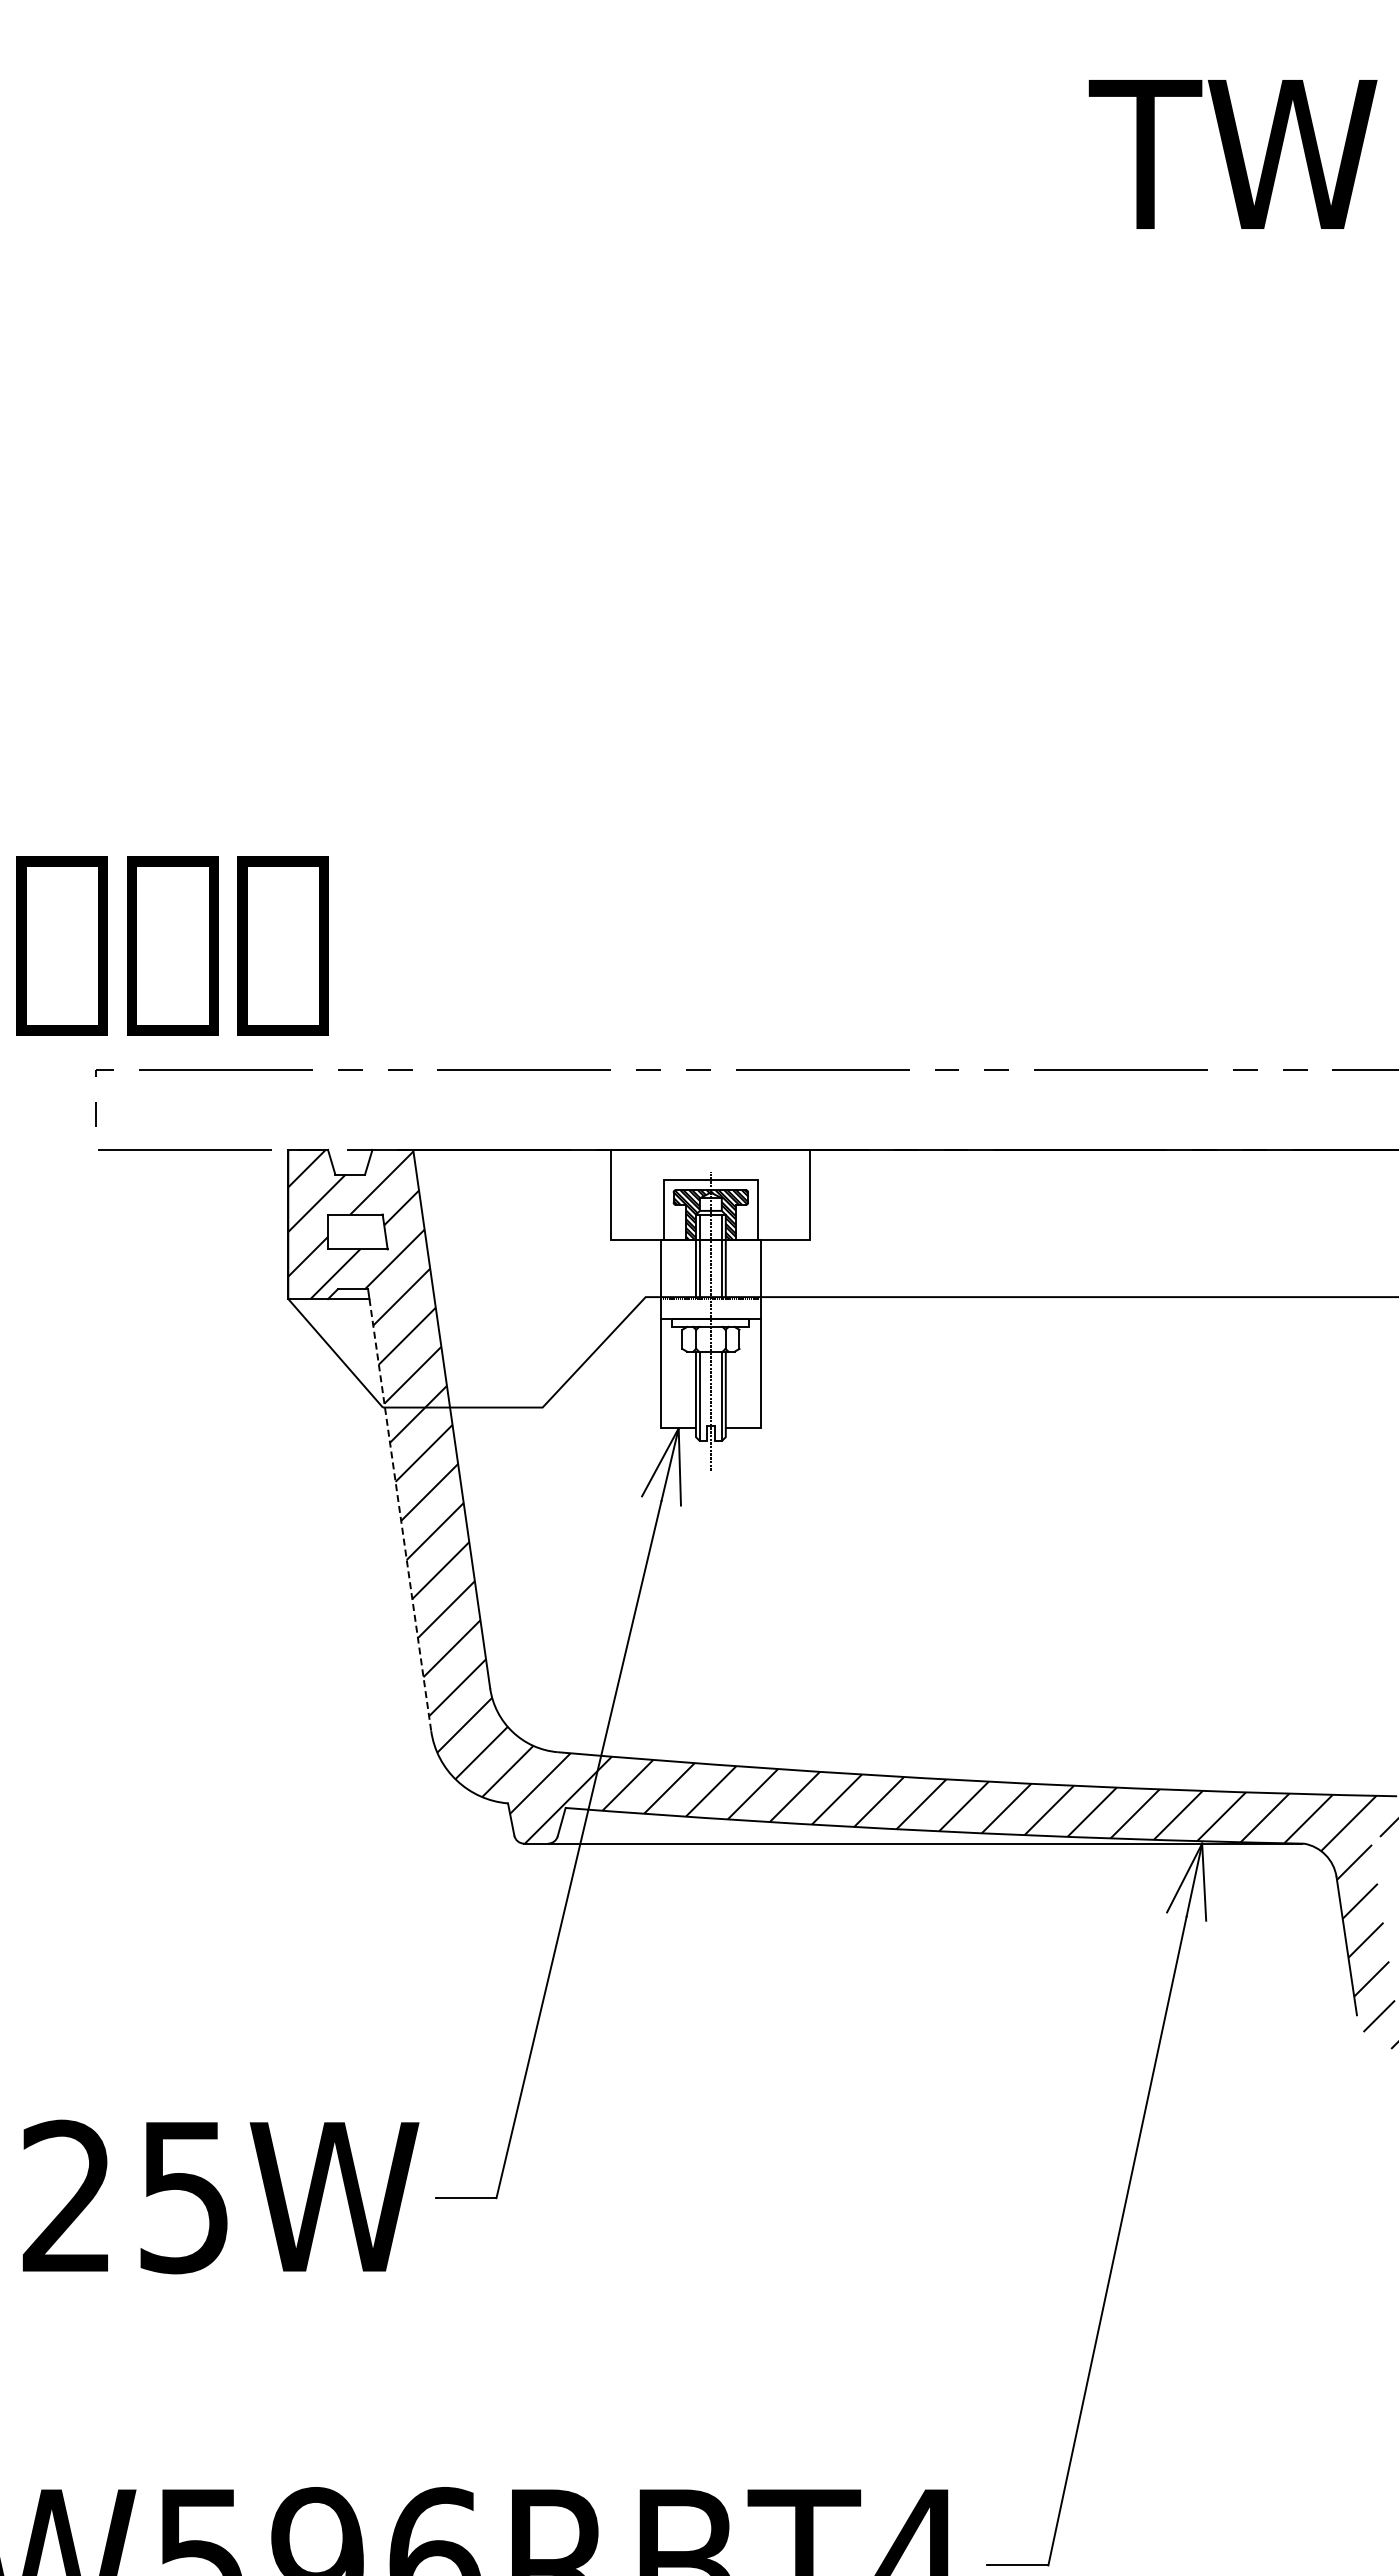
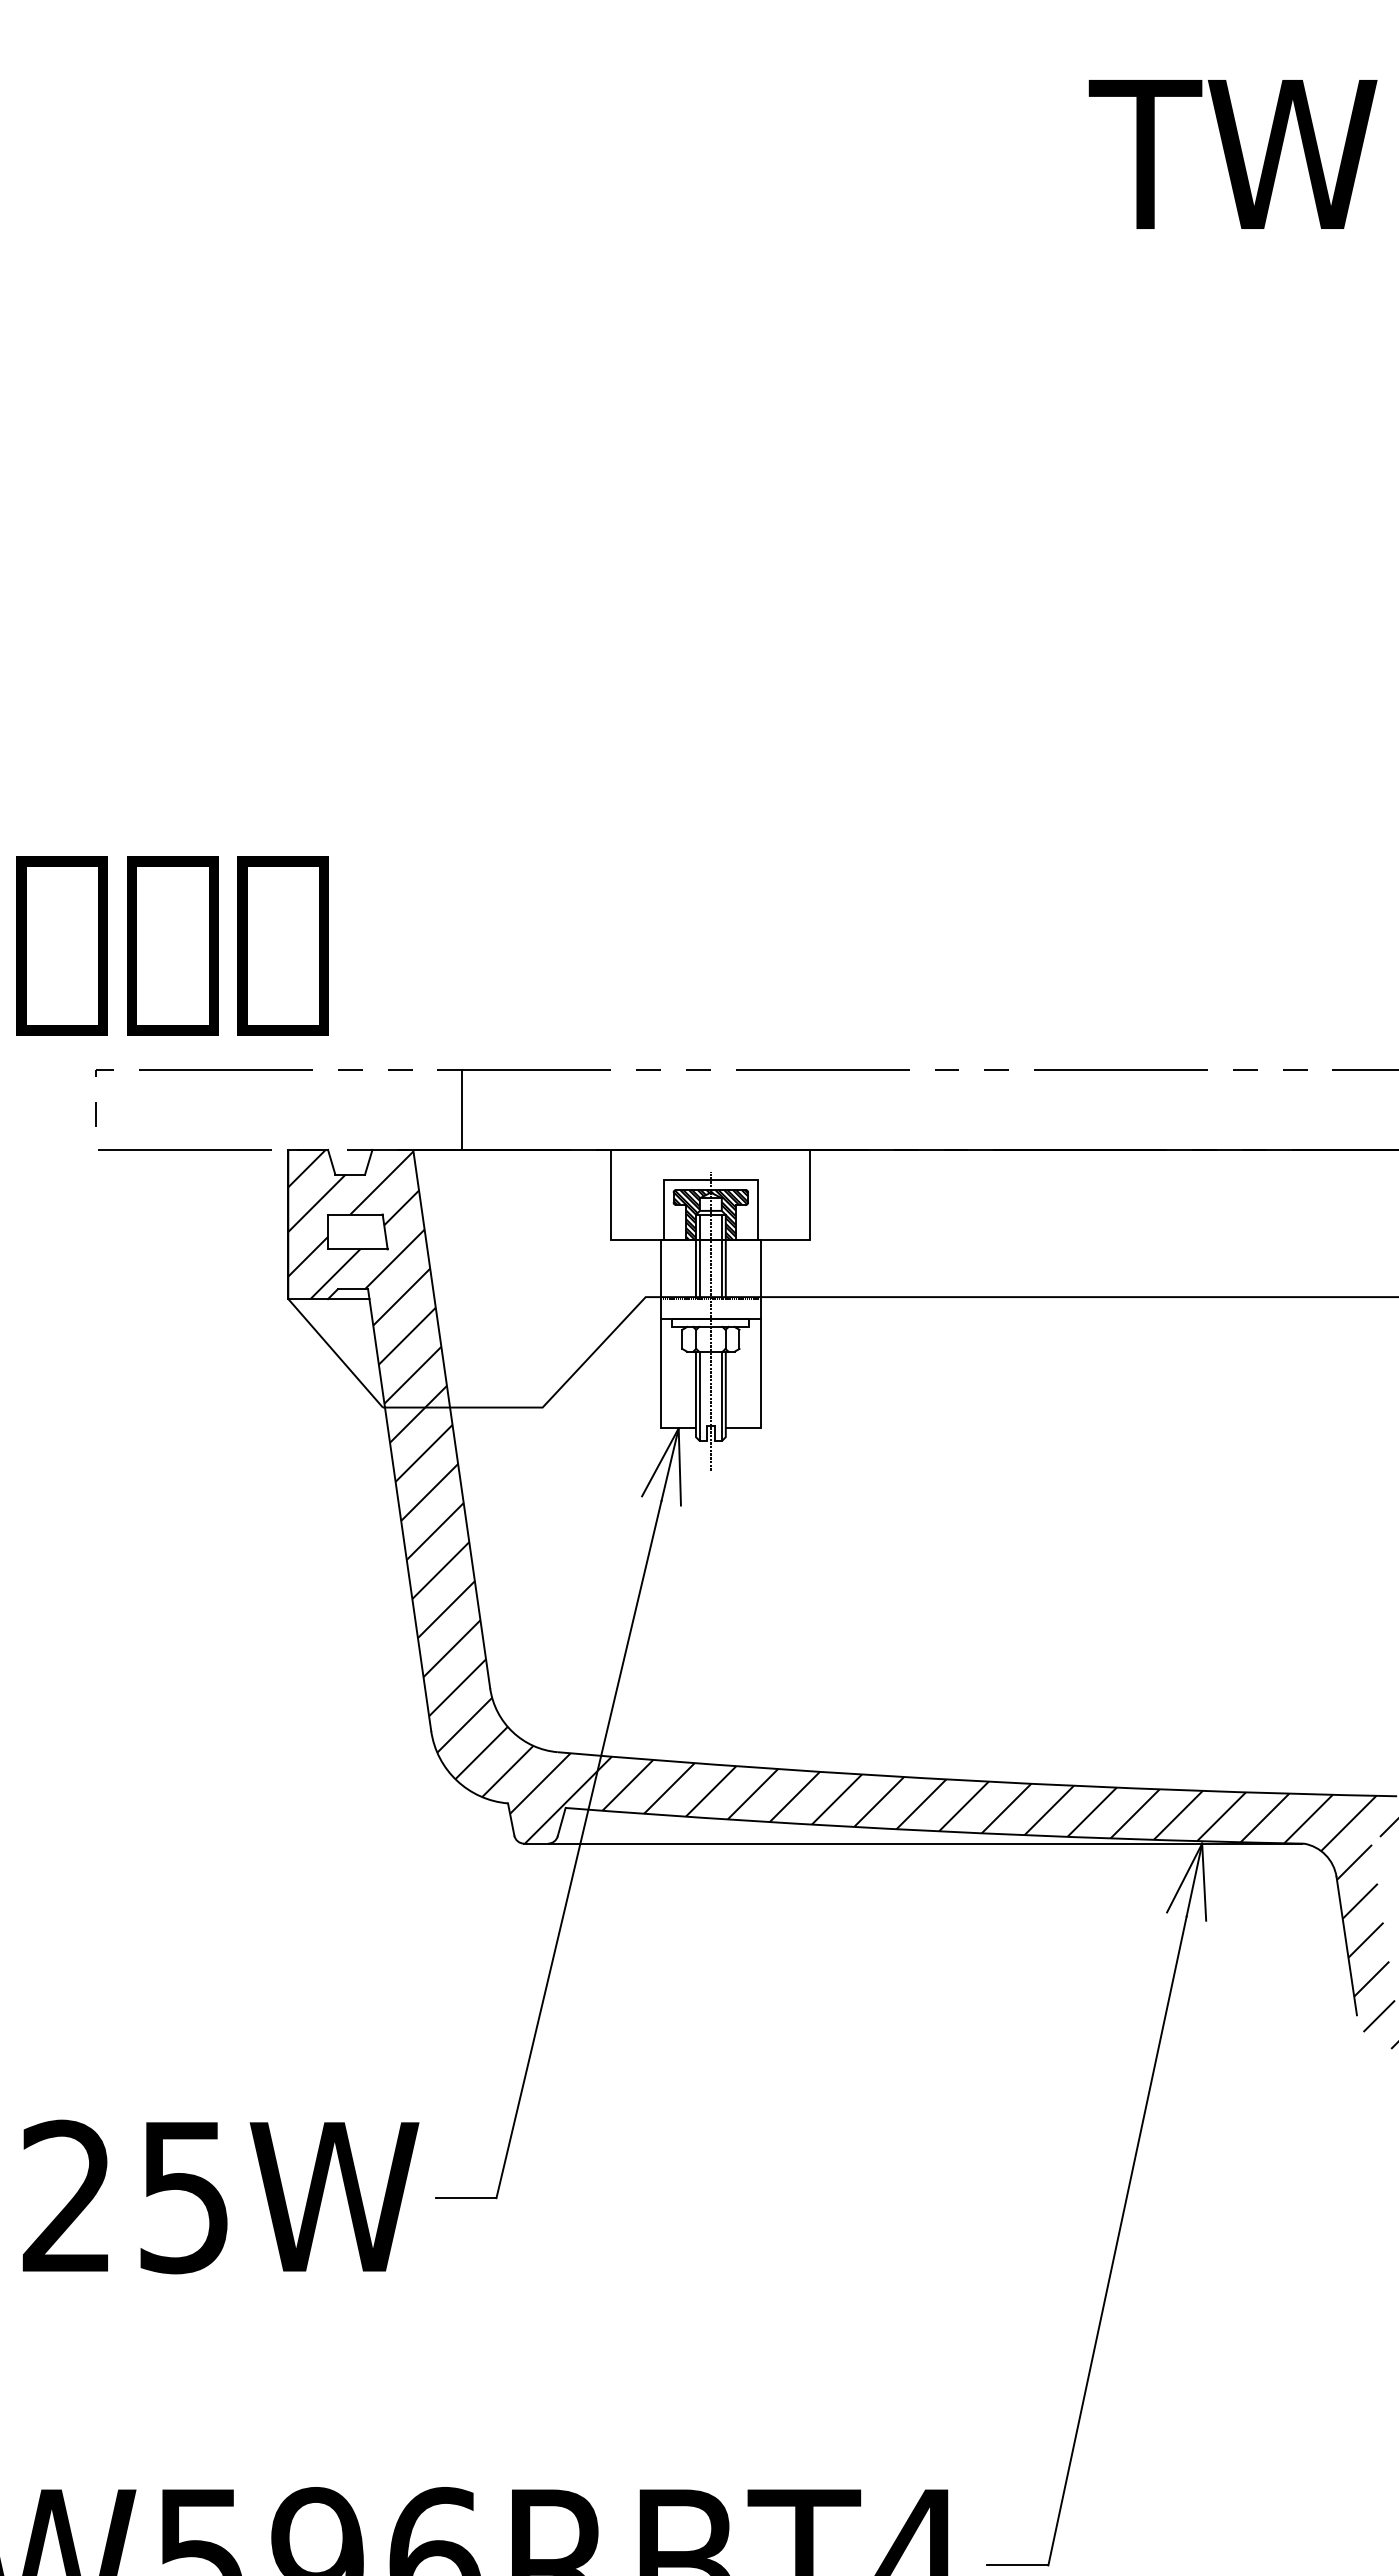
line at (462, 1109): none -> present
line at (400, 1515): dashed -> solid
